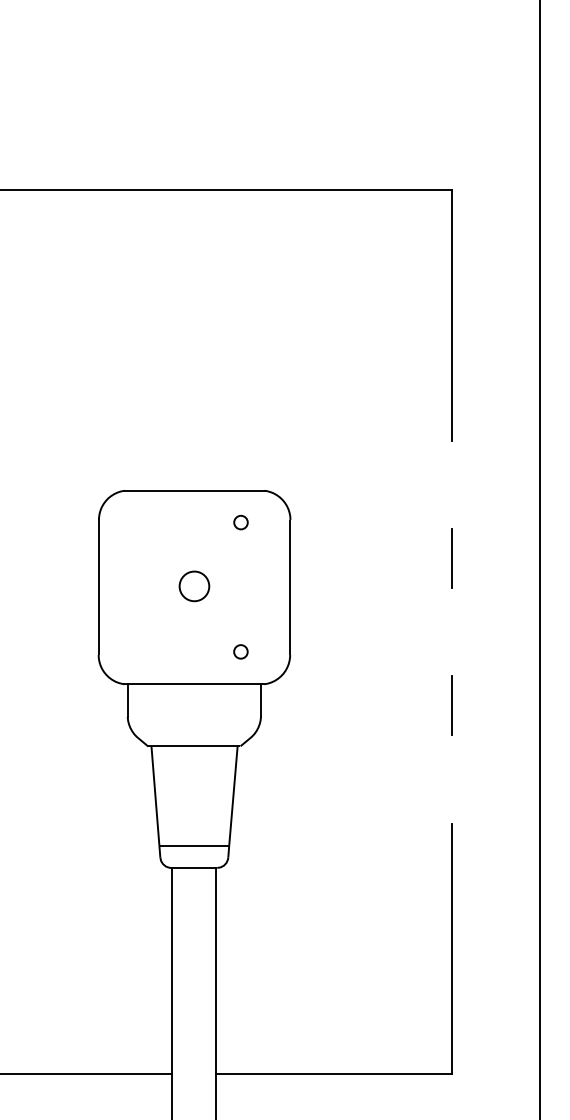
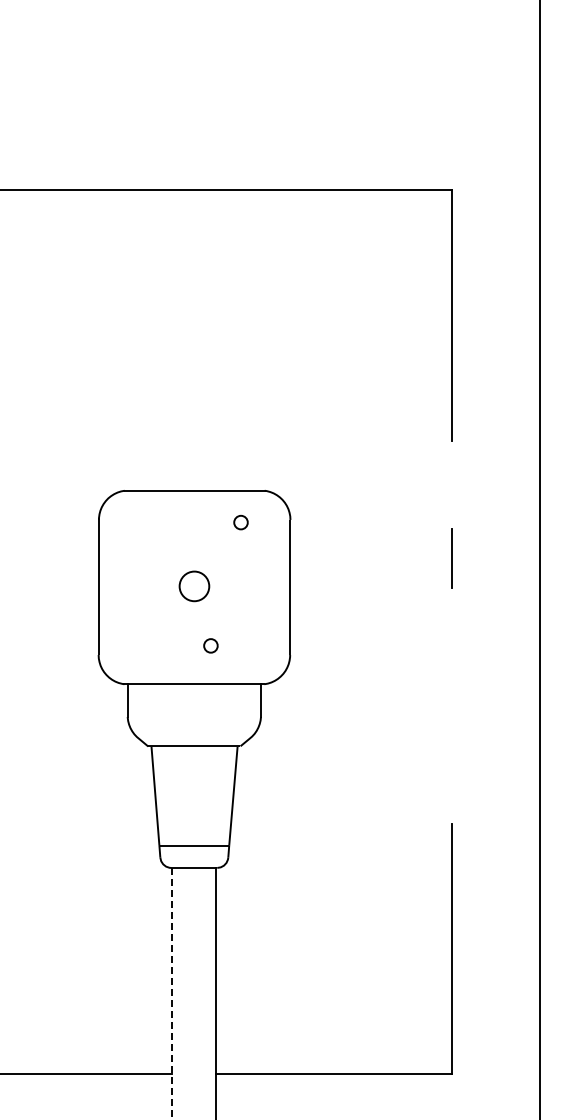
circle at (240, 651) position: (240, 651) -> (210, 645)
line at (451, 705): present -> none
line at (172, 993): solid -> dashed
